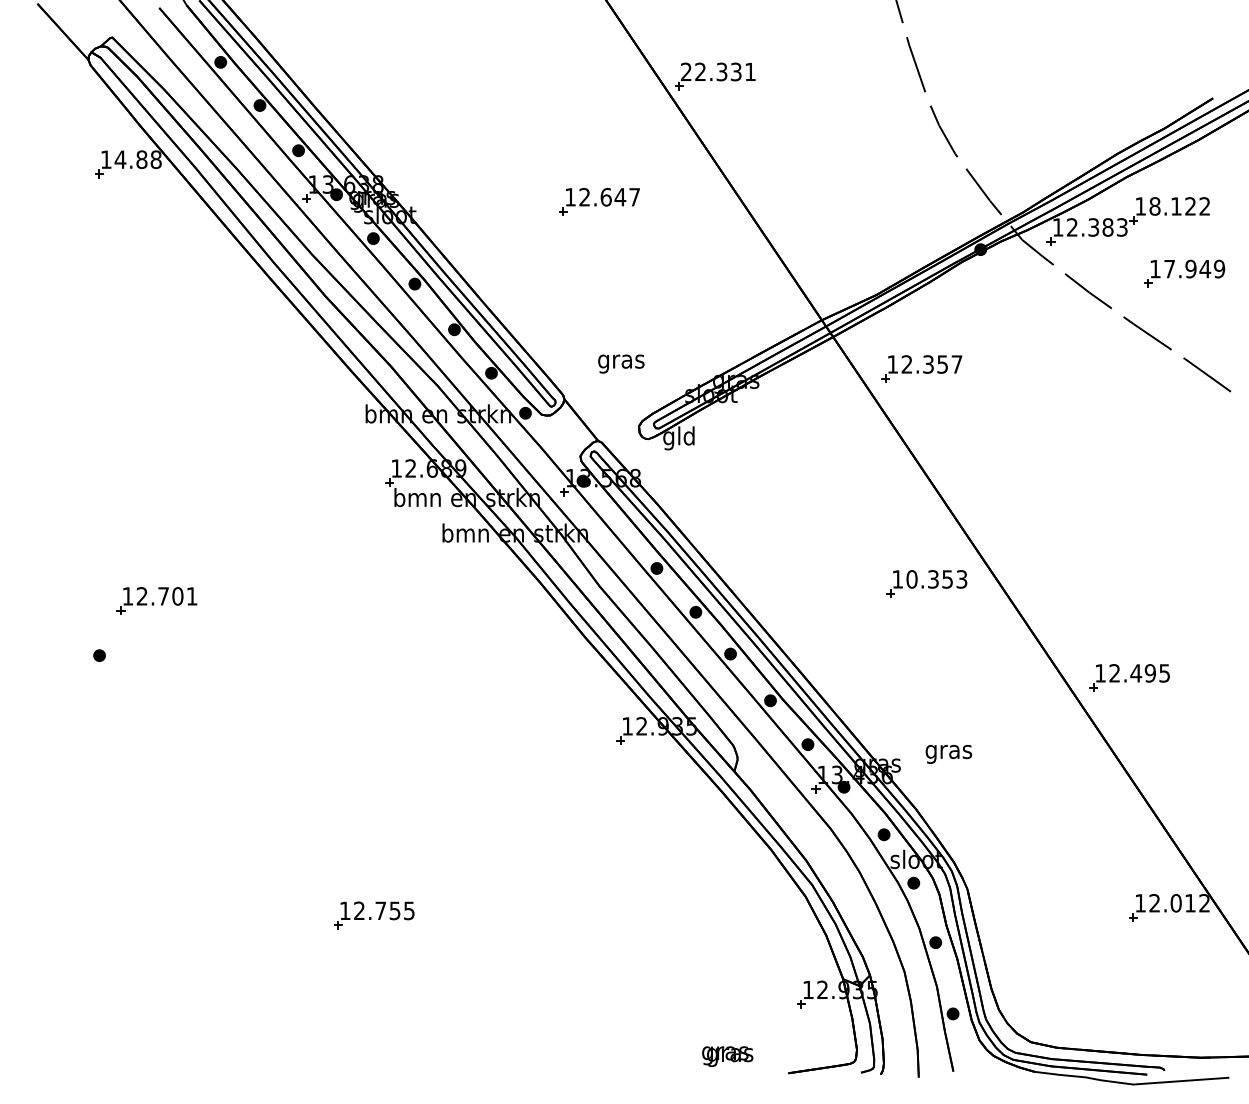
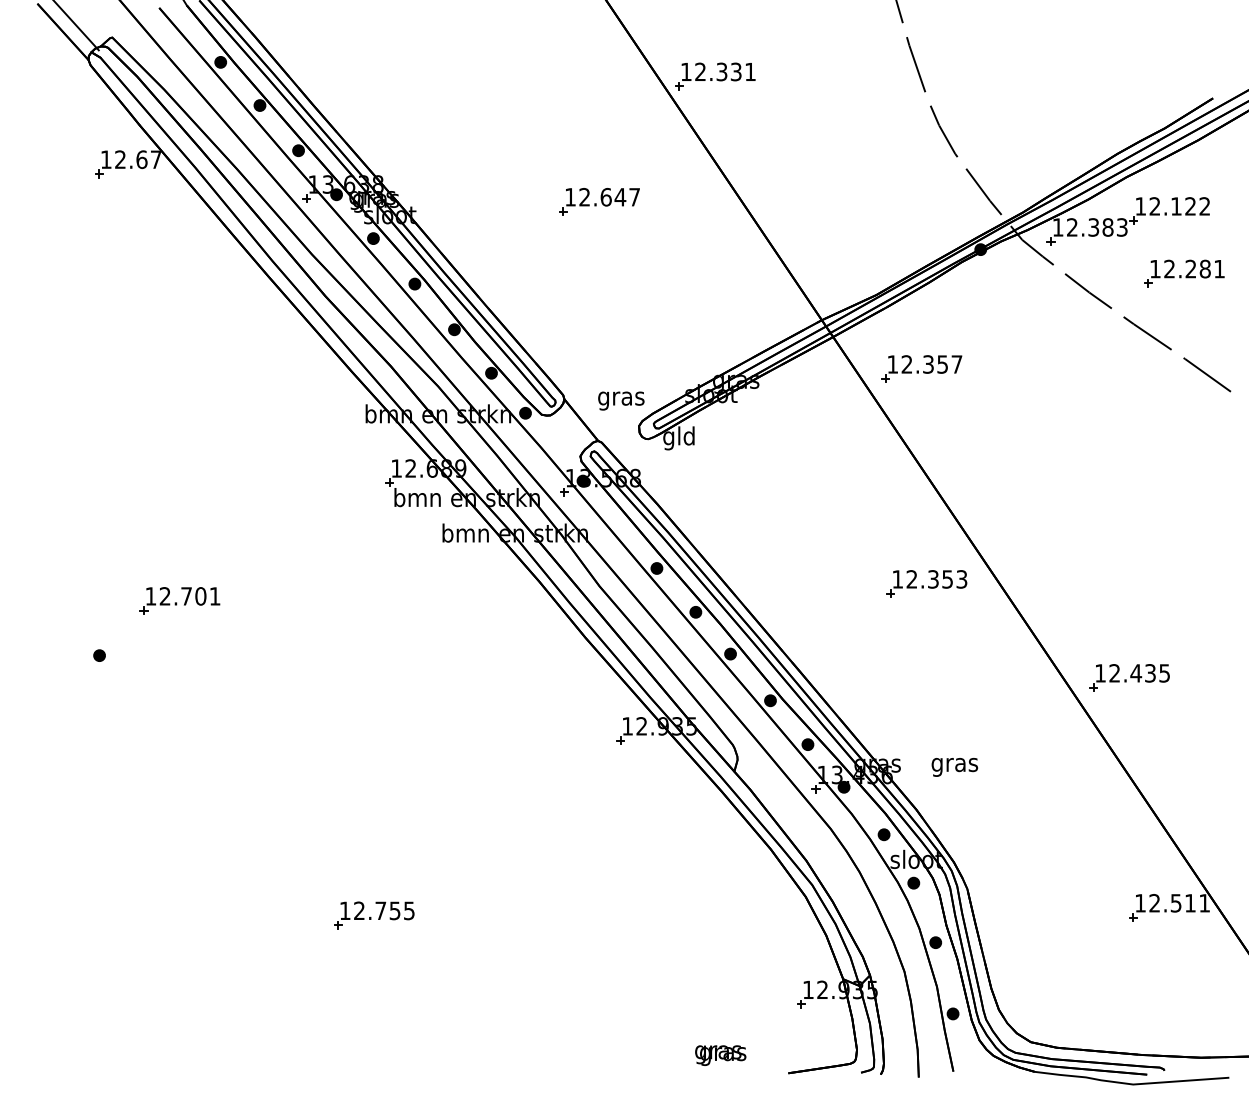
line at (76, 26): none -> present
text at (686, 71): 22.331 -> 12.331
text at (137, 159): 14.88 -> 12.67
text at (1154, 206): 18.122 -> 12.122
text at (1194, 268): 17.949 -> 12.281
text at (621, 363) position: (621, 363) -> (621, 400)
text at (911, 579): 10.353 -> 12.353
part at (156, 600) position: (156, 600) -> (179, 600)
text at (1149, 673): 12.495 -> 12.435
text at (948, 754) position: (948, 754) -> (954, 767)
text at (1189, 903): 12.012 -> 12.511
text at (727, 1056) position: (727, 1056) -> (720, 1055)
